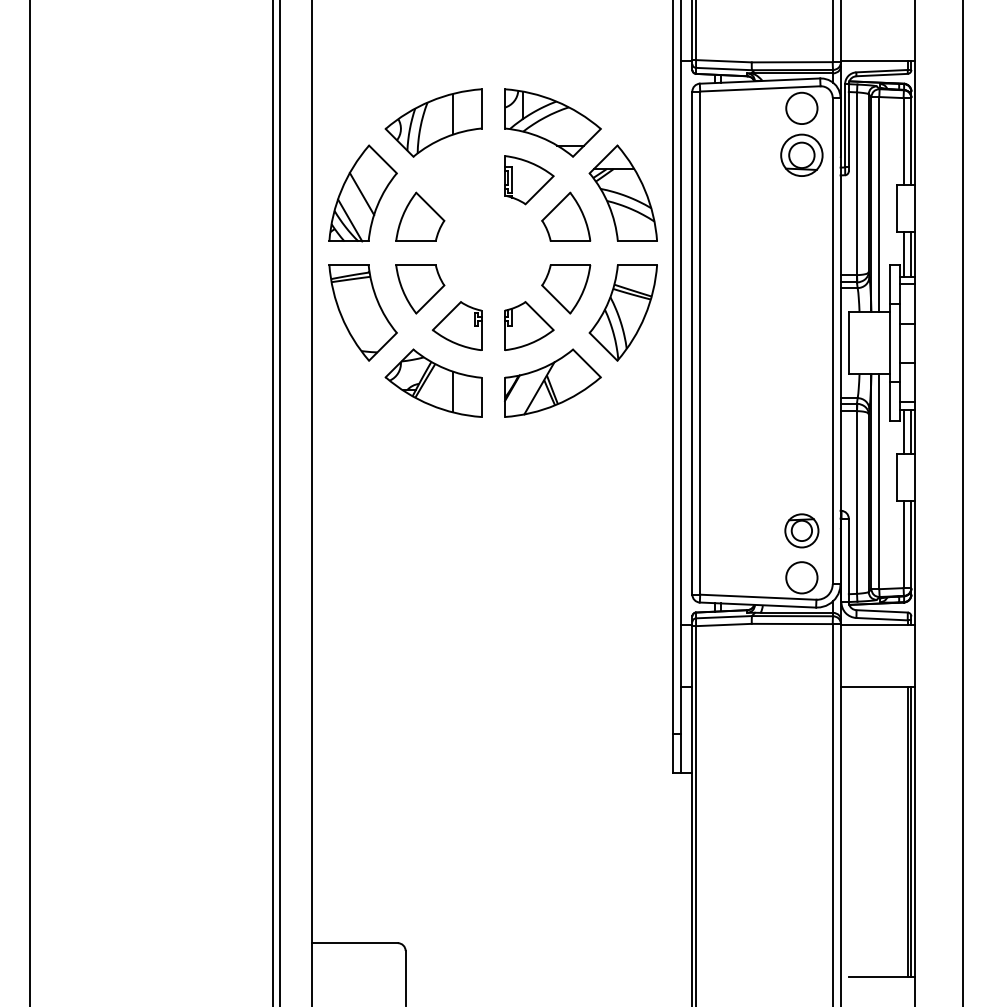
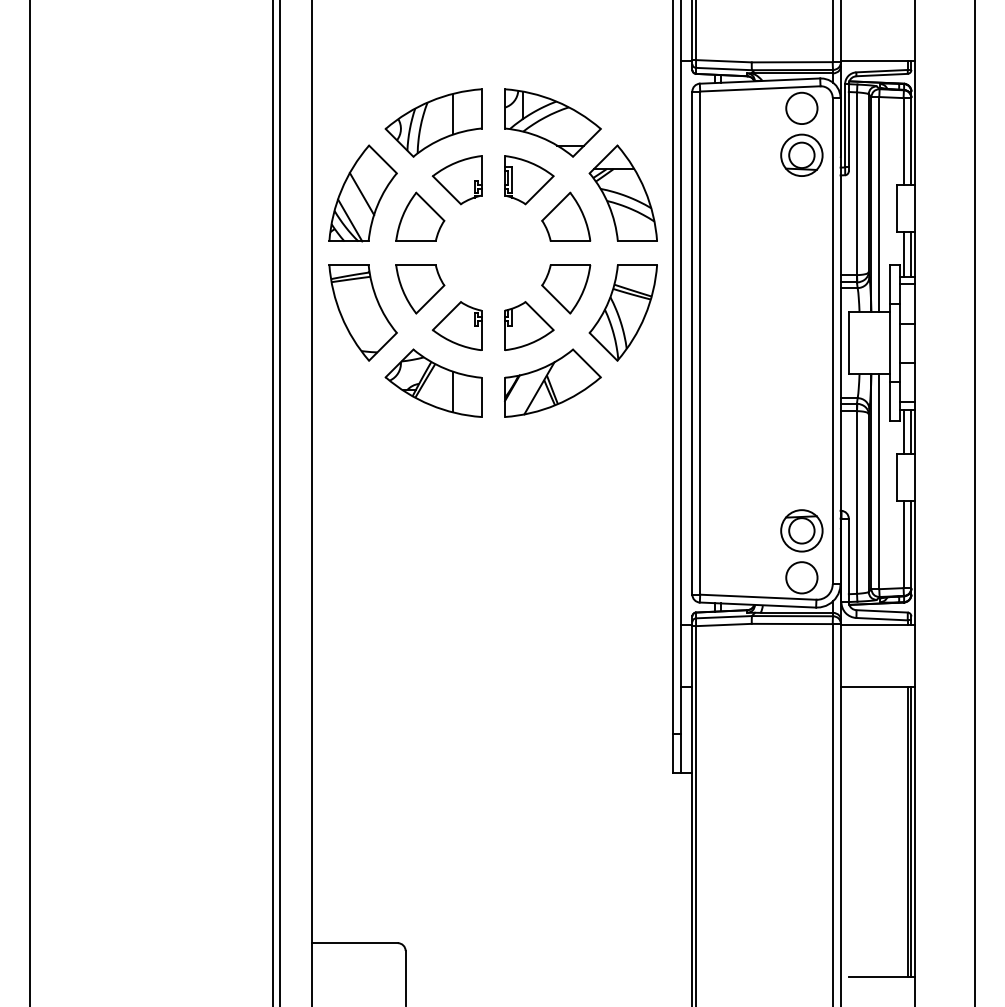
part at (456, 180): none -> present
line at (962, 502) position: (962, 502) -> (974, 502)
part at (801, 530) size: 36x36 px -> 44x44 px
